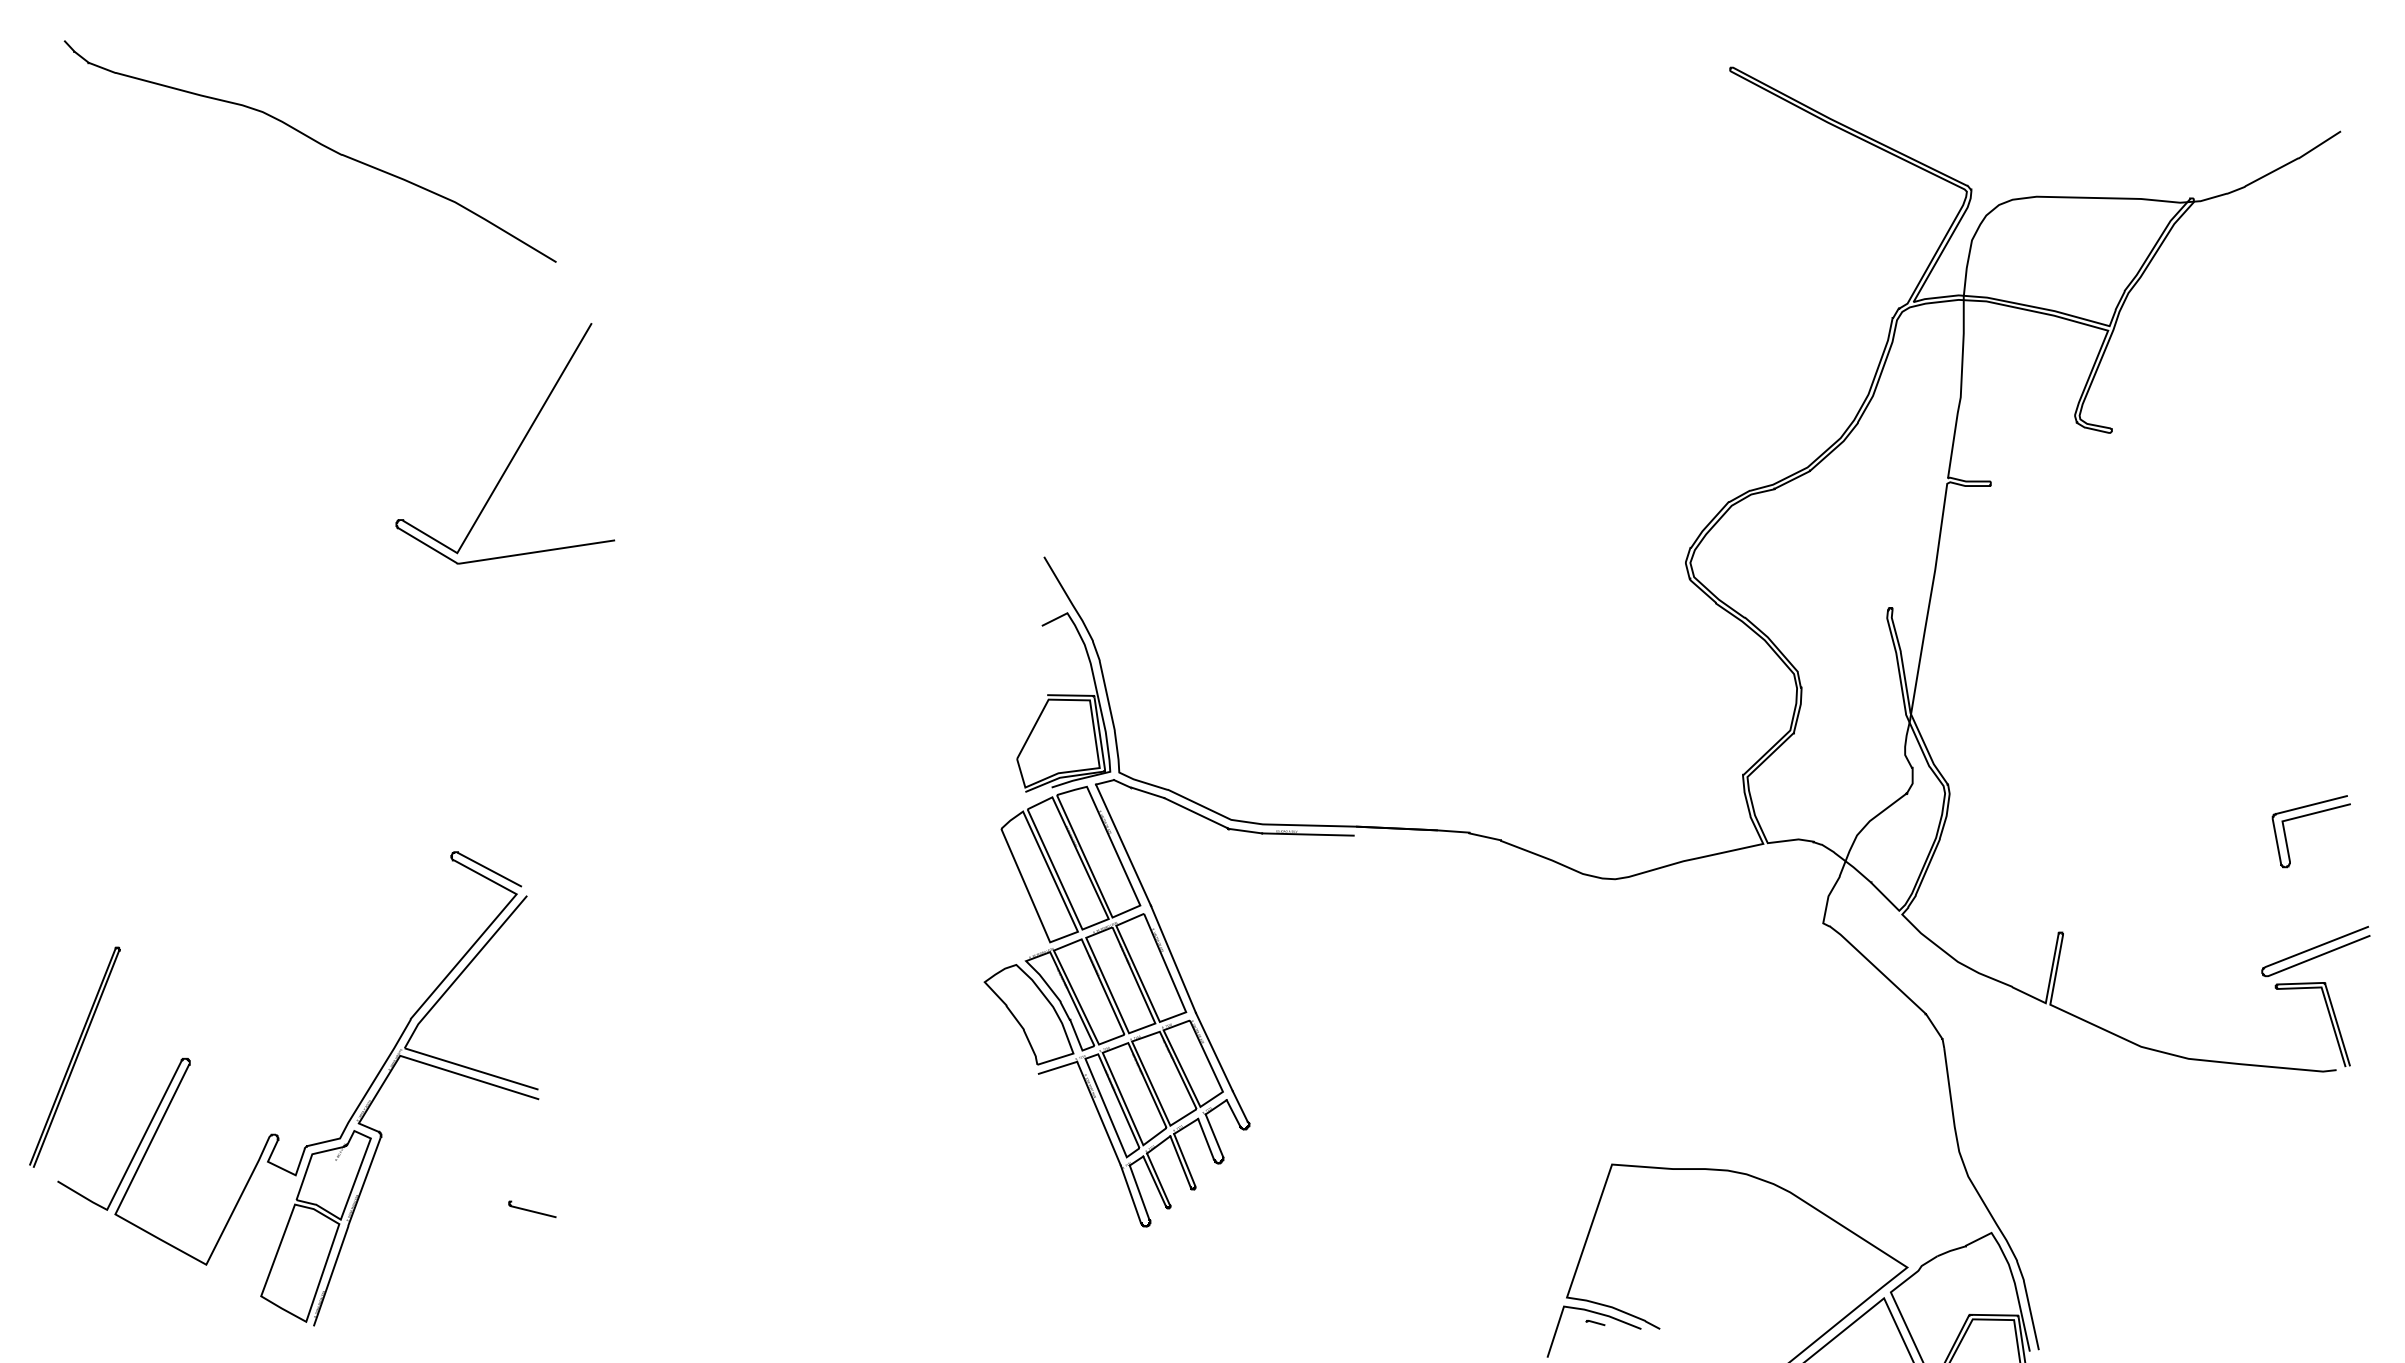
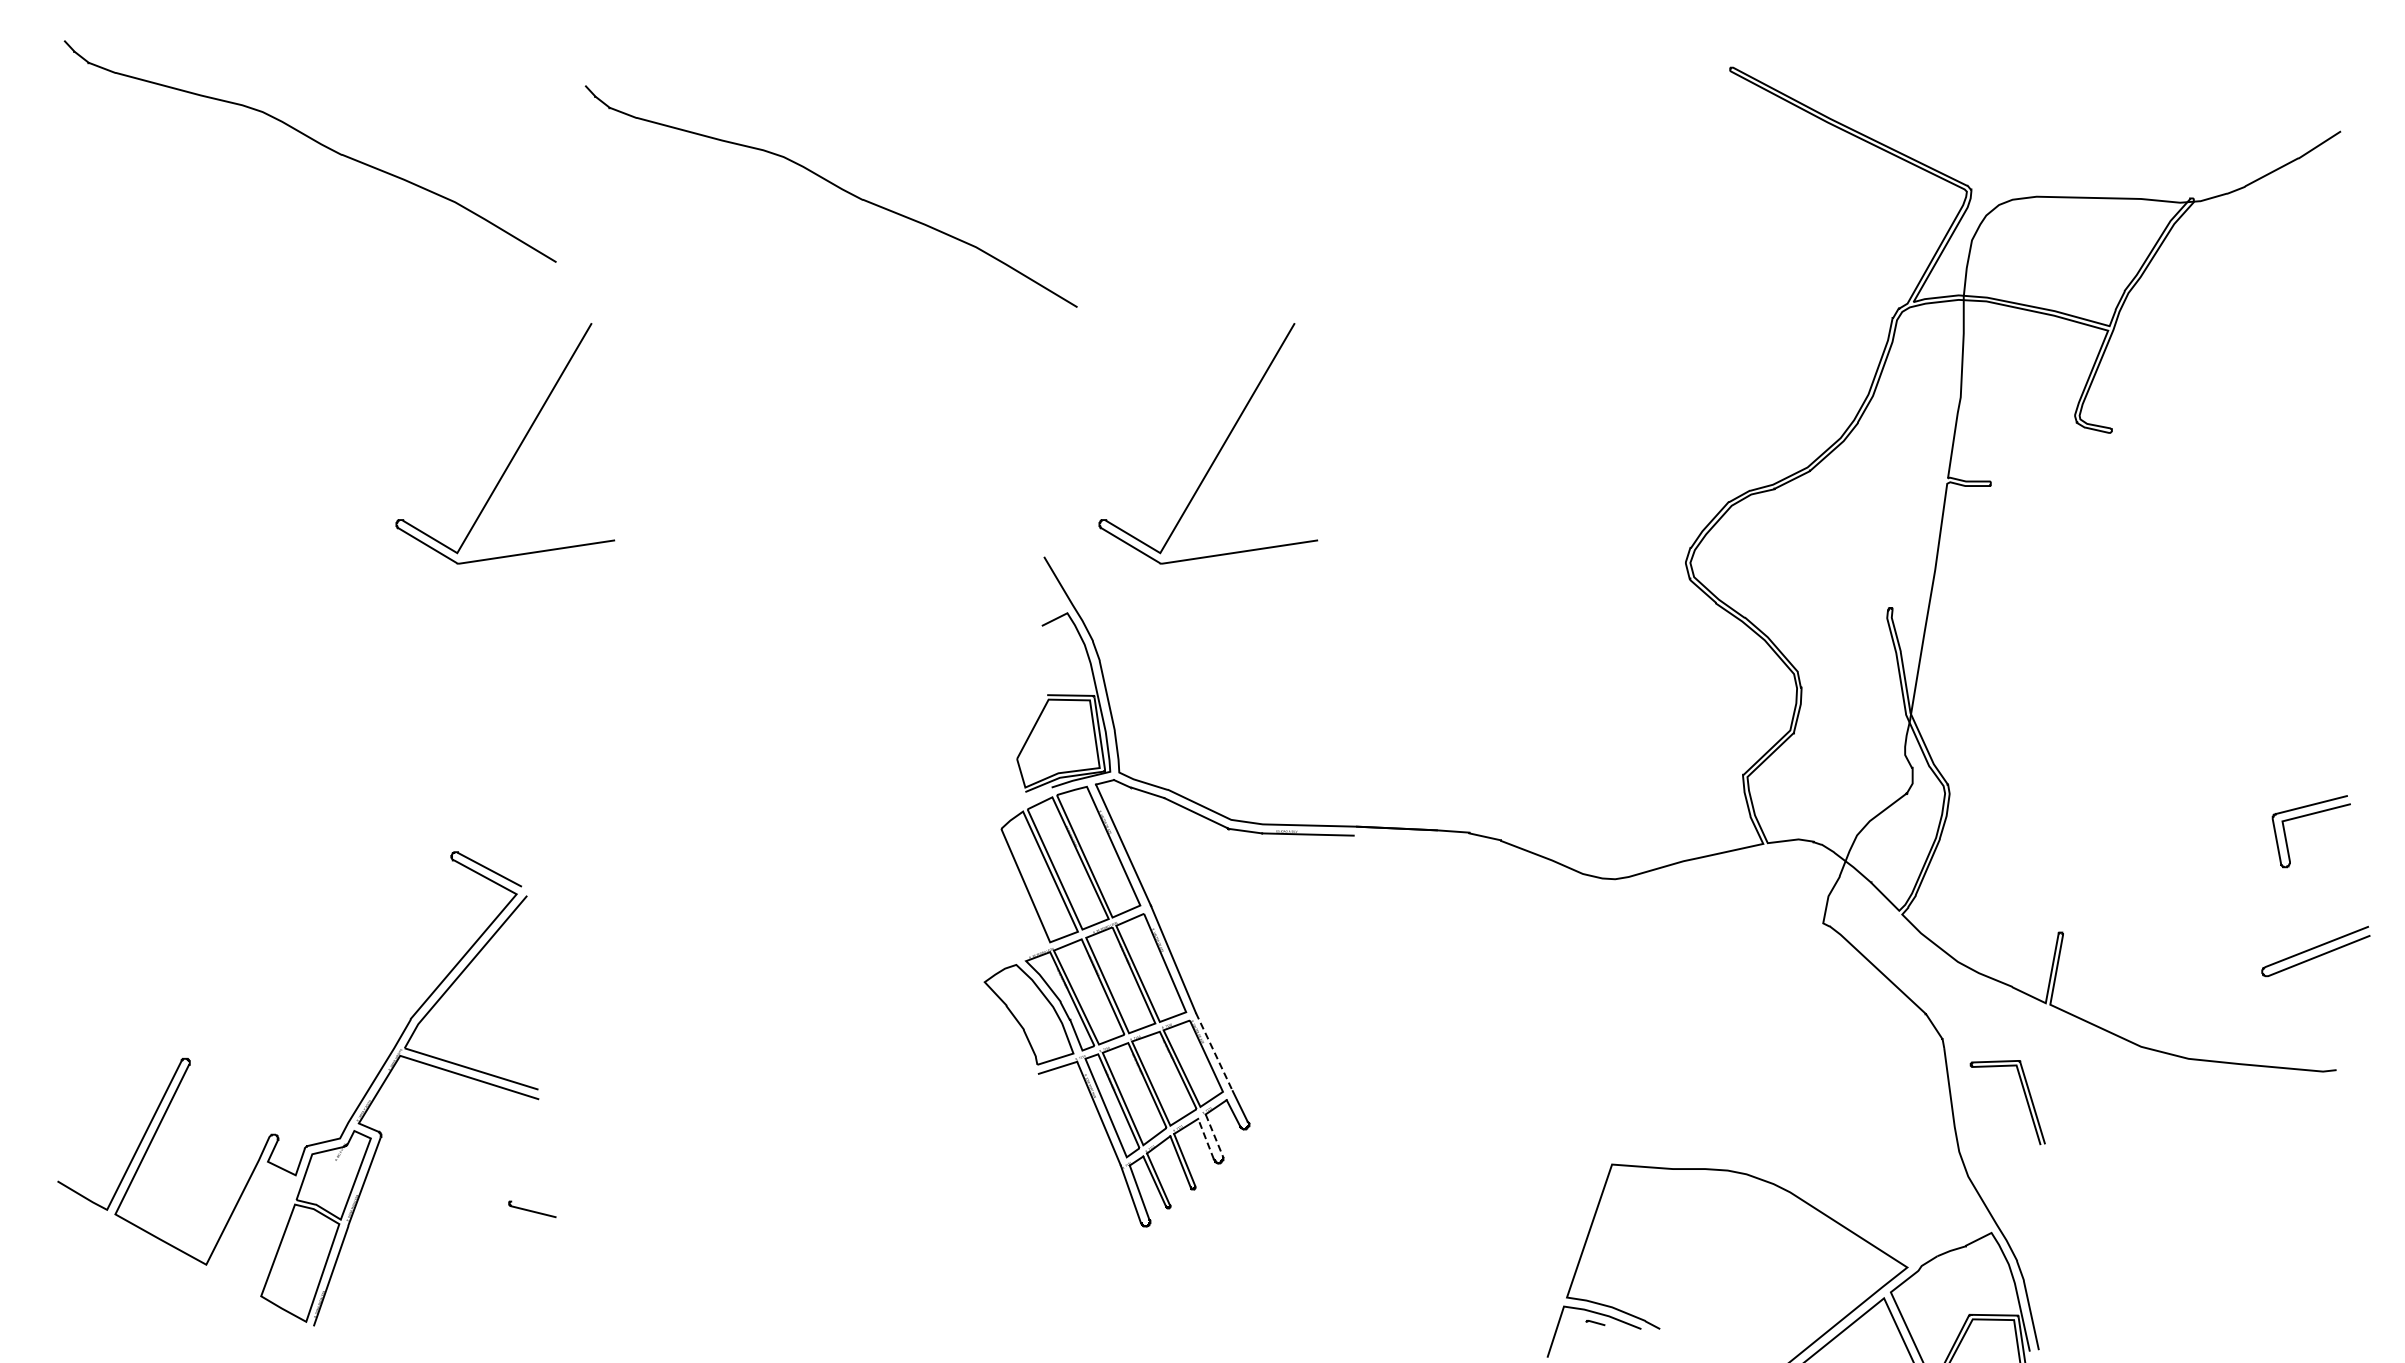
curve at (836, 187): none -> present
curve at (1219, 449): none -> present
curve at (2330, 1021) position: (2330, 1021) -> (2025, 1099)
line at (1214, 1052): solid -> dashed
curve at (74, 1055): present -> none
line at (1214, 1135): solid -> dashed
line at (1206, 1139): solid -> dashed
